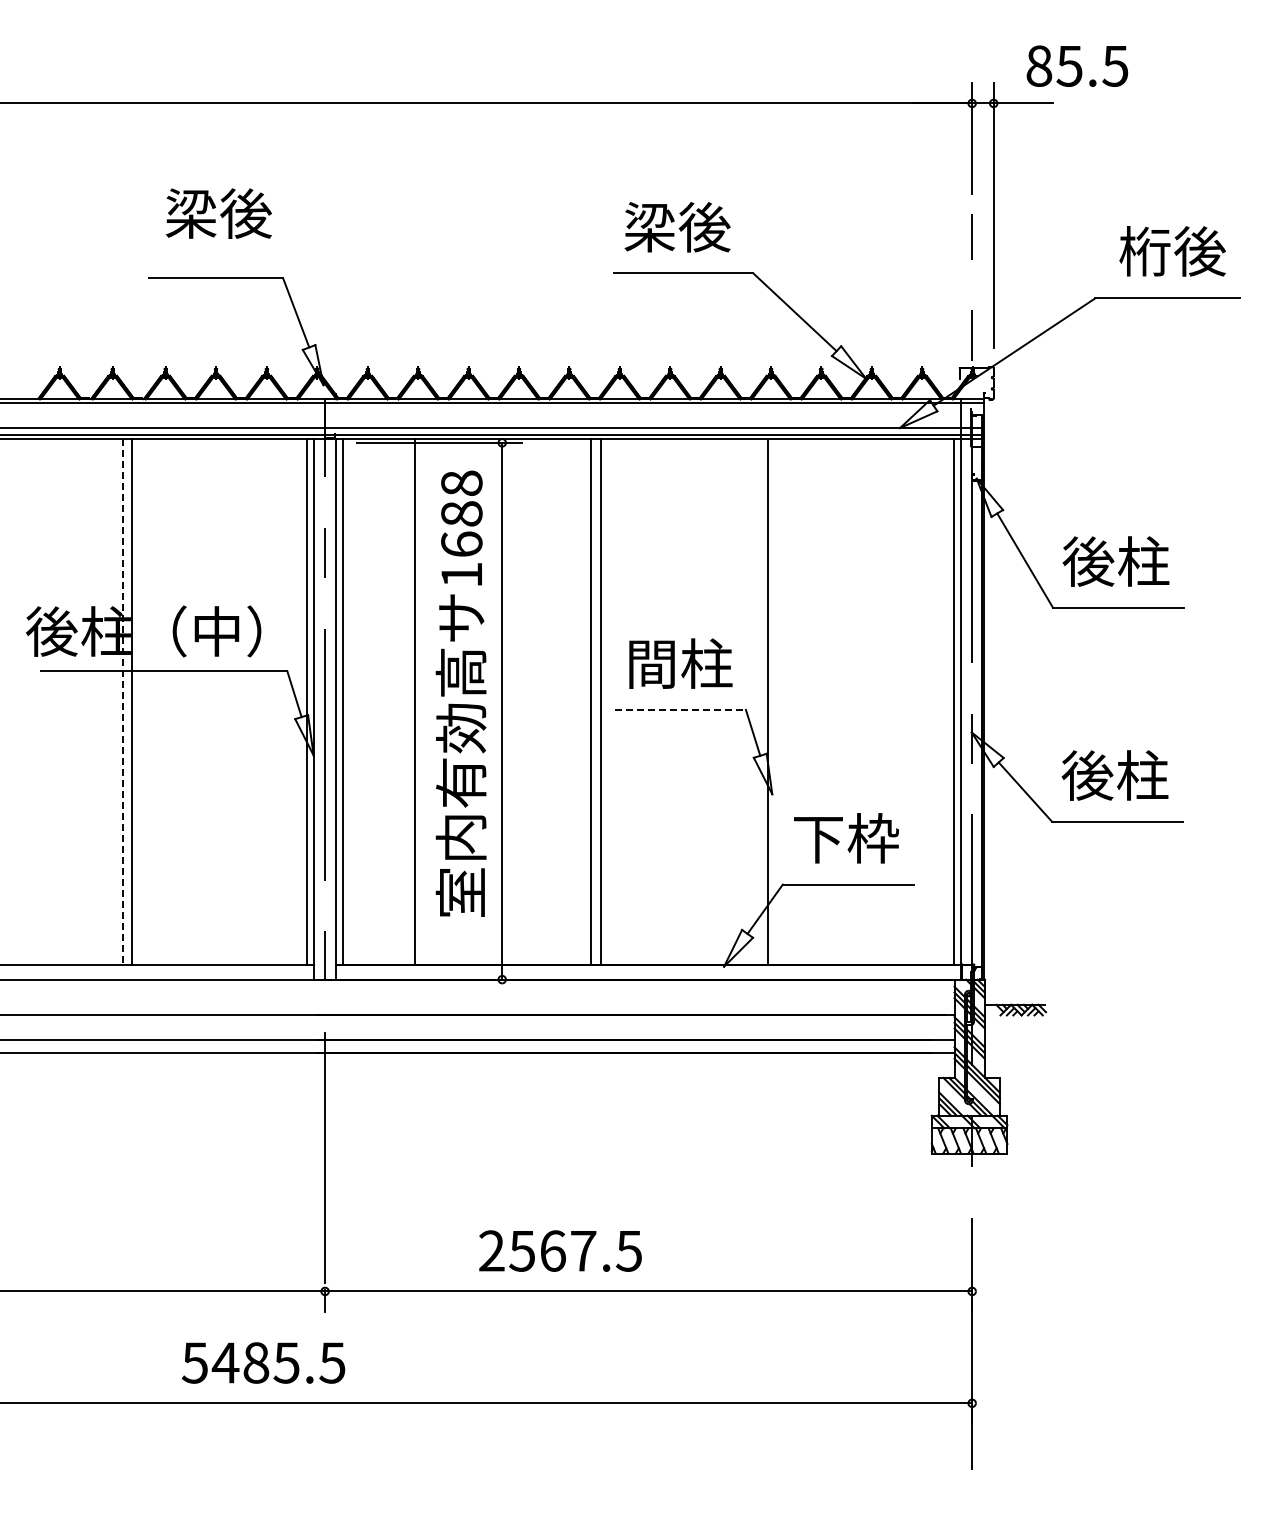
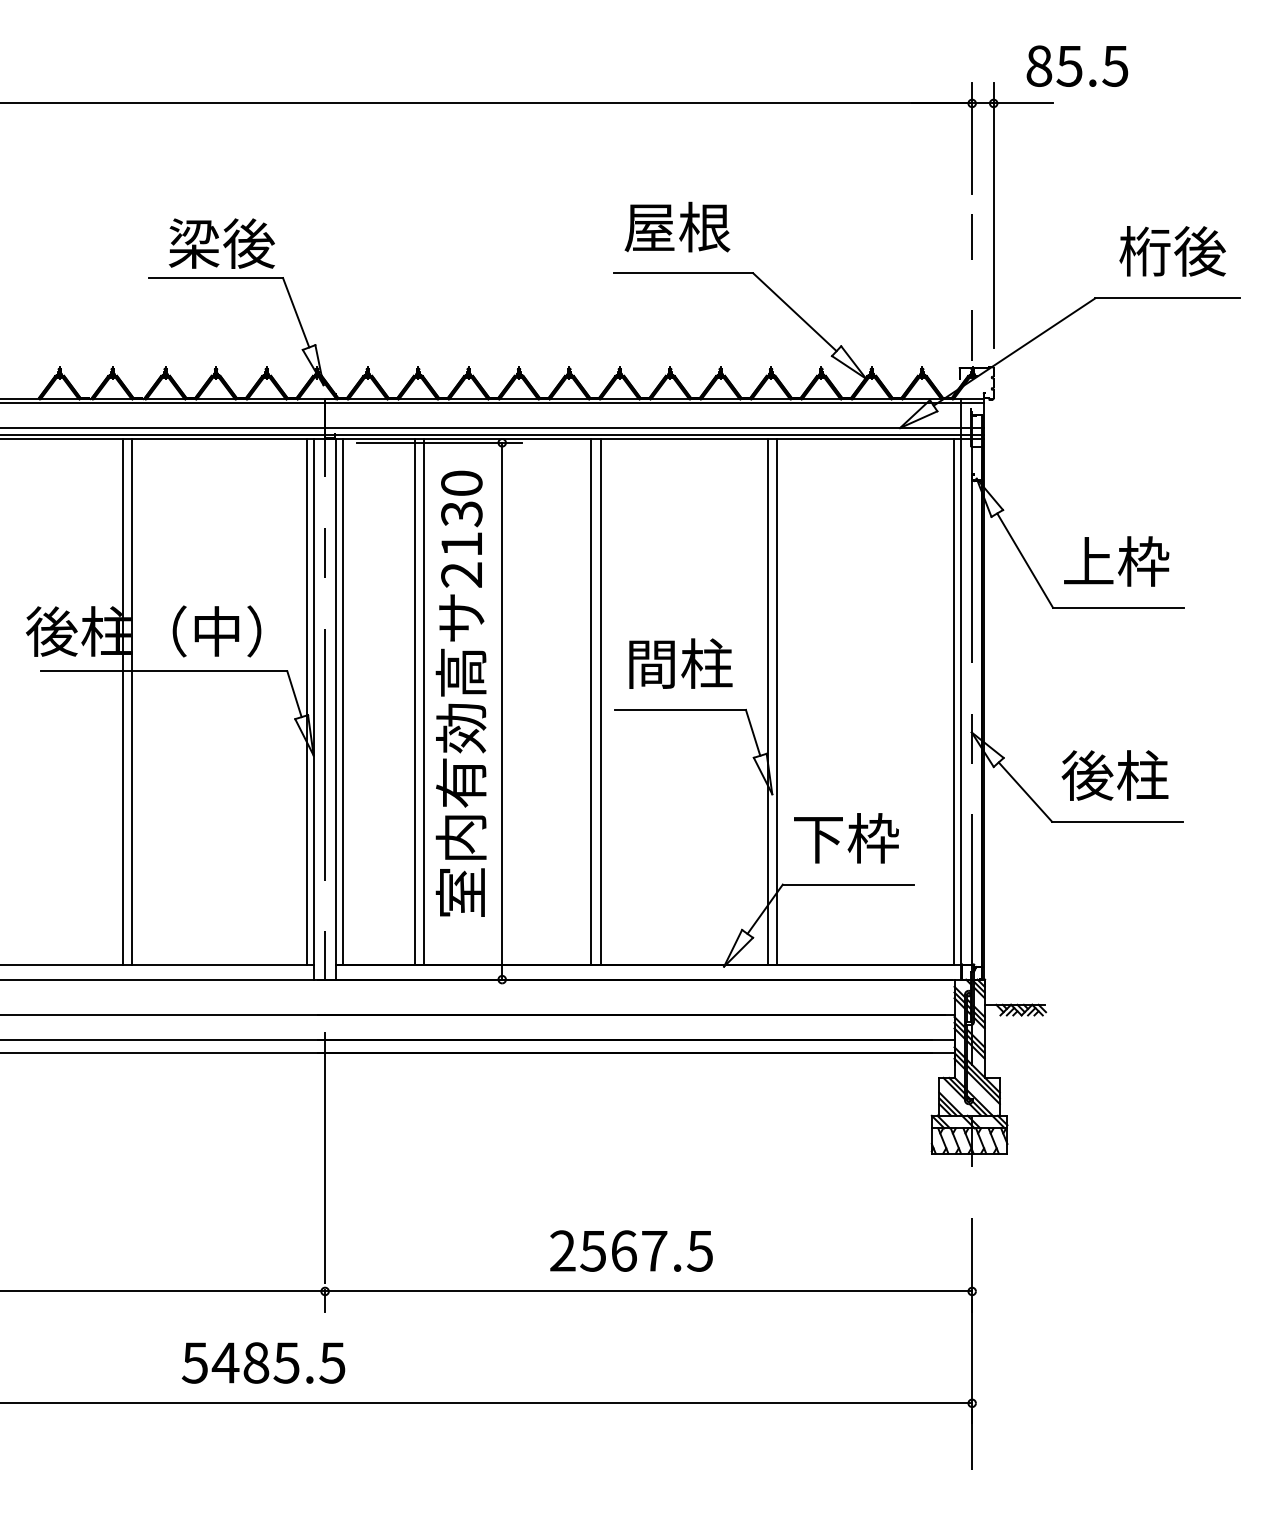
text at (218, 213) position: (218, 213) -> (221, 243)
text at (677, 226): 梁後 -> 屋根
text at (461, 528): 1688 -> 2130
text at (1115, 561): 後柱 -> 上枠
line at (123, 701): dashed -> solid
line at (424, 701): none -> present
line at (776, 701): none -> present
line at (680, 709): dashed -> solid
text at (560, 1250) position: (560, 1250) -> (631, 1250)
